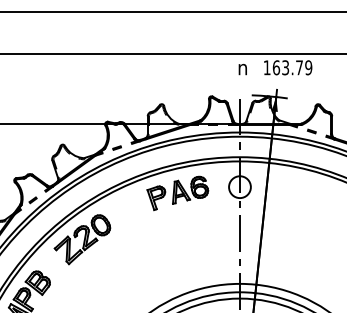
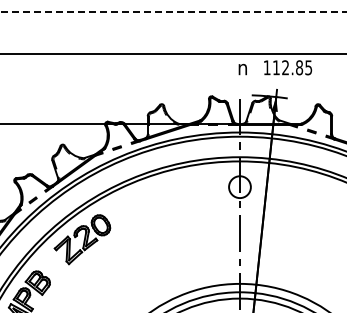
line at (173, 12): solid -> dashed
text at (292, 67): 163.79 -> 112.85
part at (177, 193): present -> none
